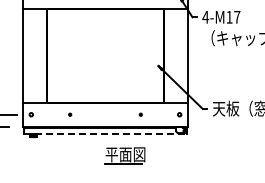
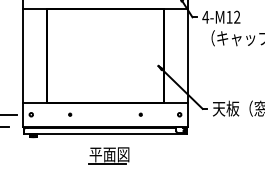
text at (237, 16): 4-M17 -> 4-M12
line at (106, 133): dashed -> solid
part at (124, 155) position: (124, 155) -> (108, 155)
